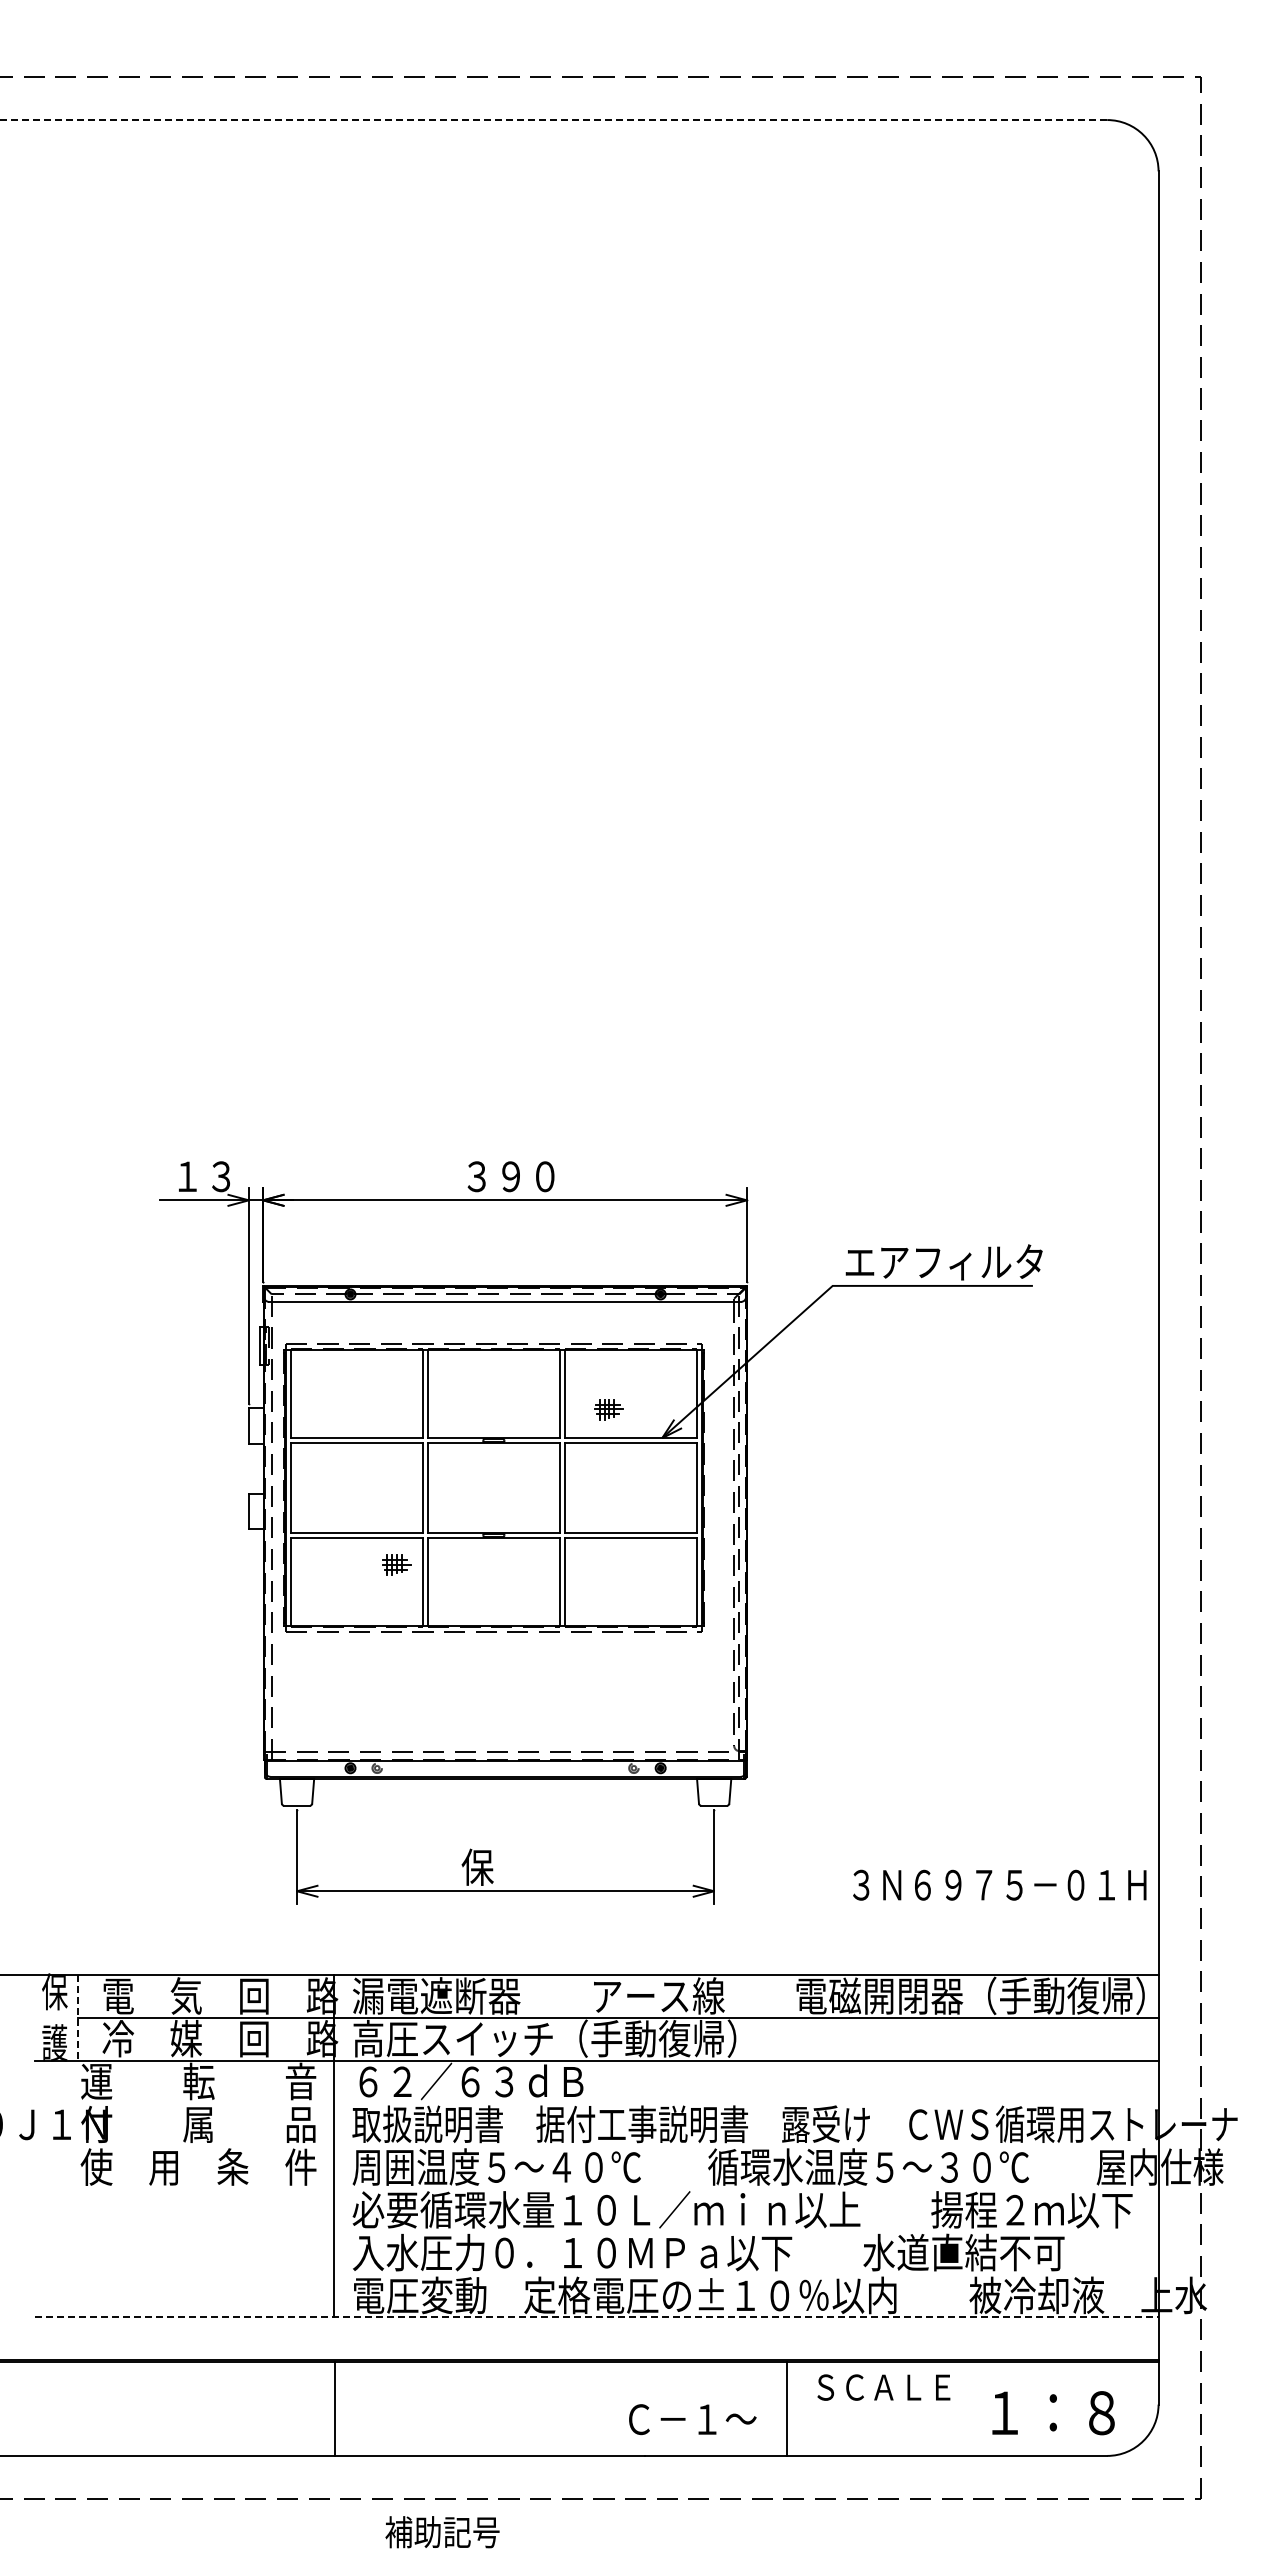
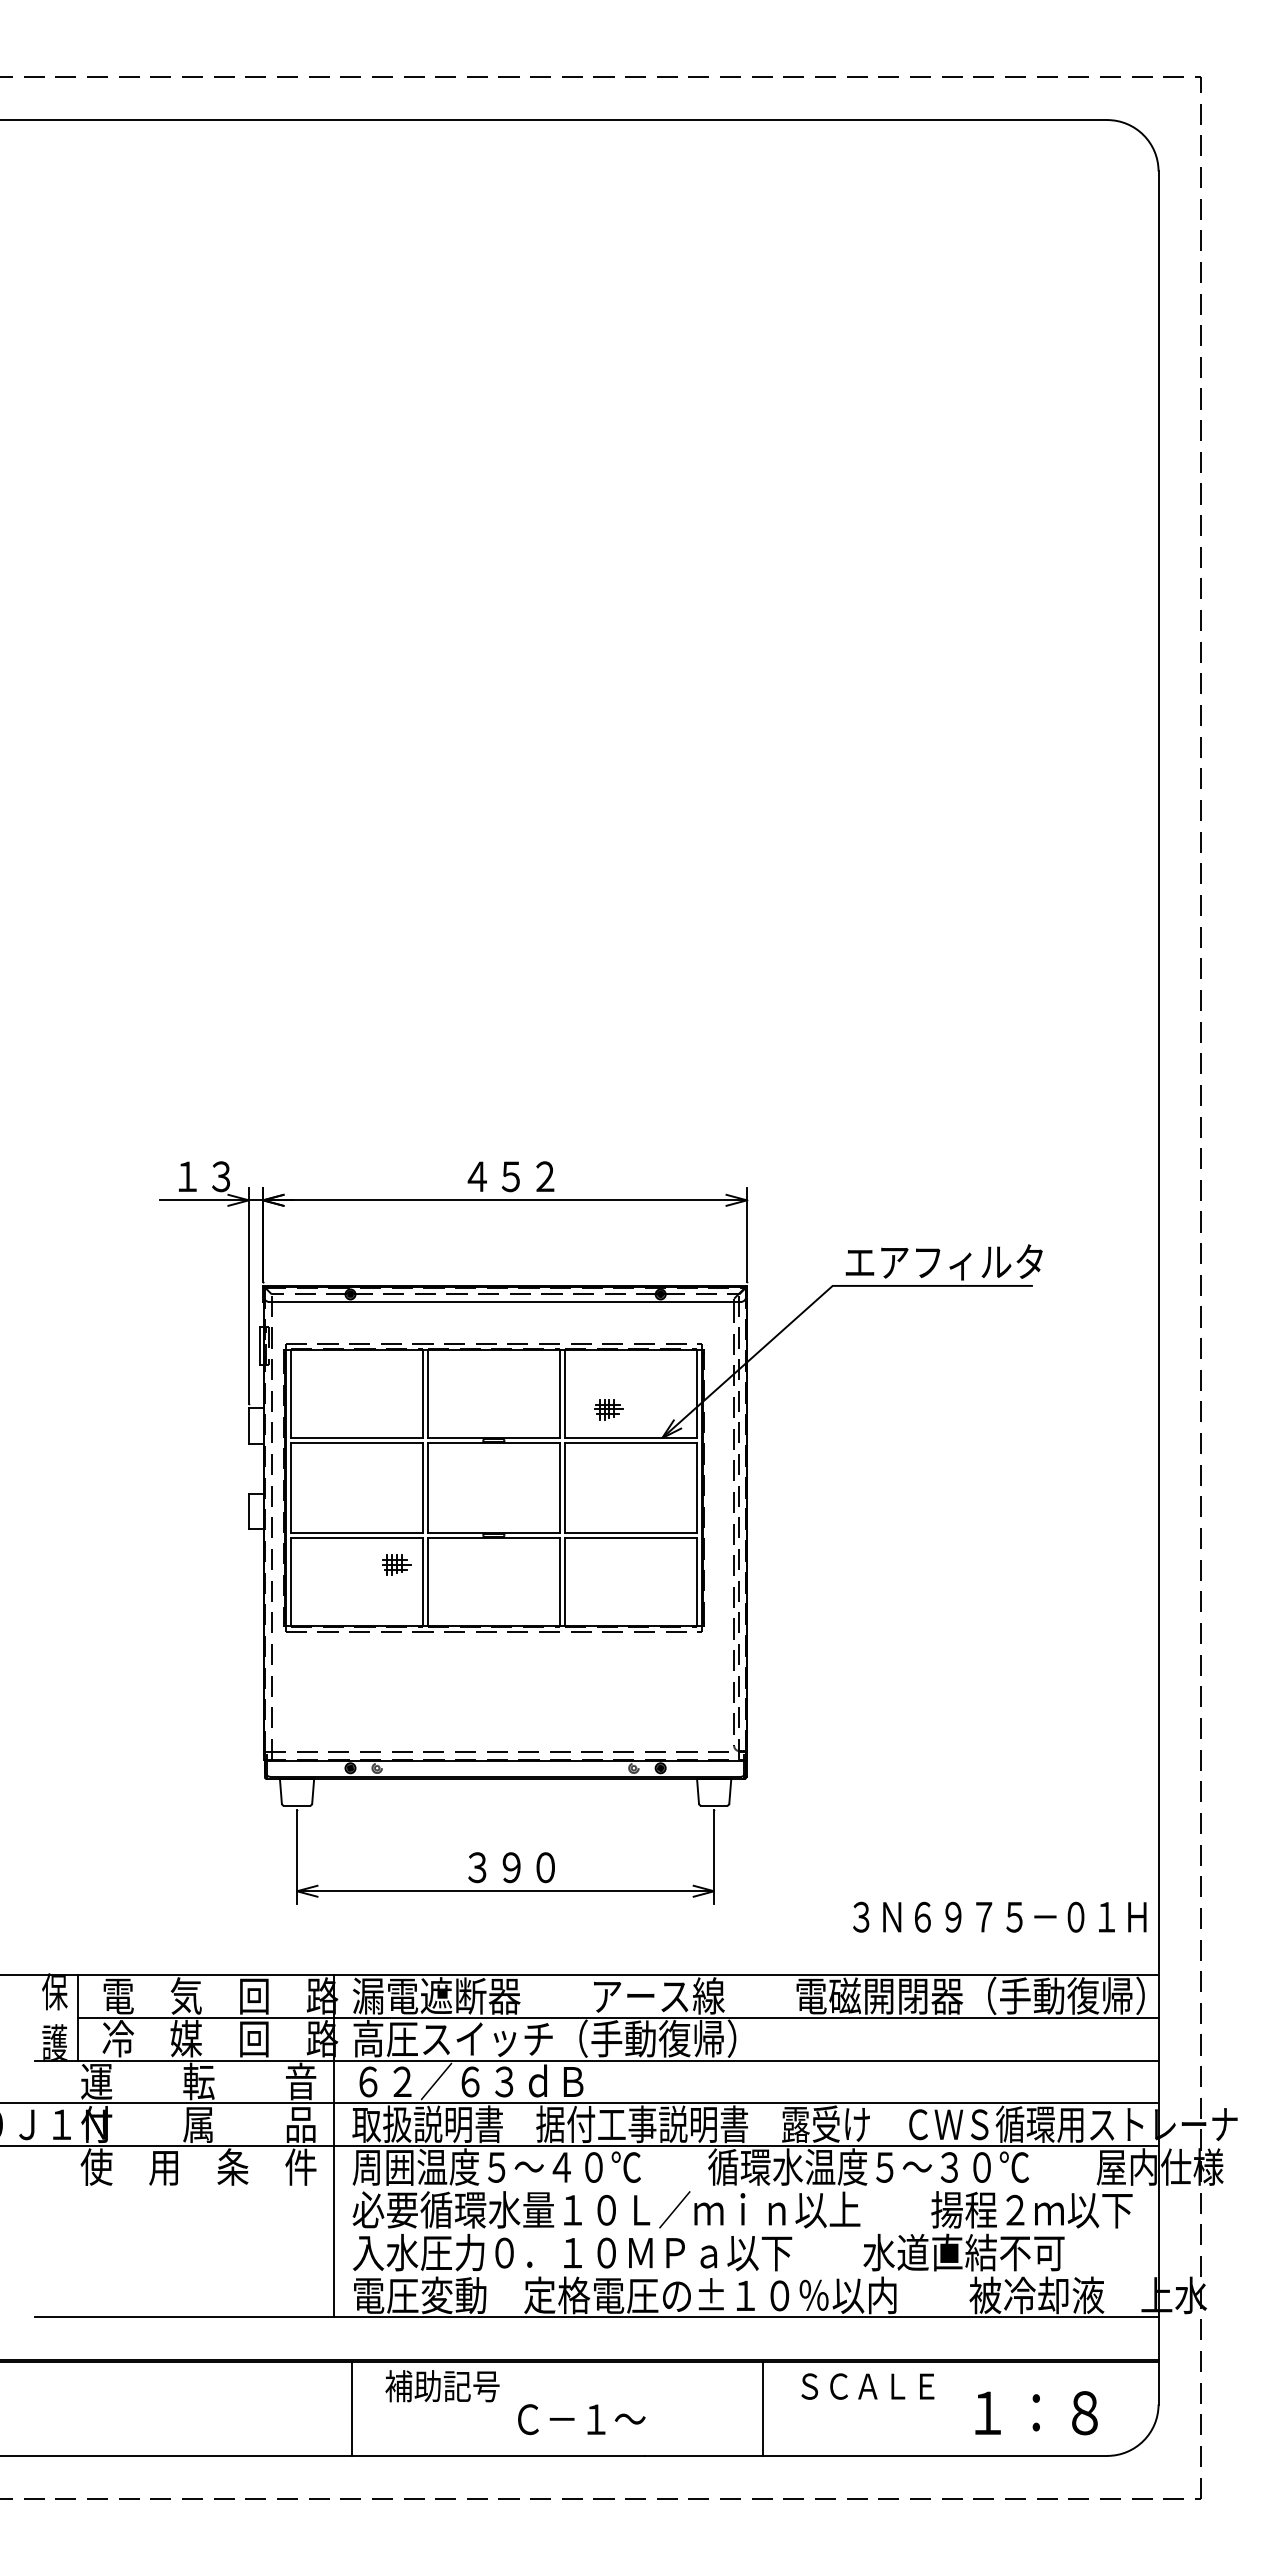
line at (553, 120): dashed -> solid
text at (510, 1176): ３９０ -> ４５２
text at (507, 1866): 保 -> ３９０
text at (999, 1884) position: (999, 1884) -> (999, 1916)
line at (77, 2017): dashed -> solid
line at (580, 2103): none -> present
line at (580, 2146): none -> present
line at (596, 2317): dashed -> solid
text at (883, 2387) position: (883, 2387) -> (867, 2386)
line at (335, 2408) position: (335, 2408) -> (352, 2408)
line at (786, 2408) position: (786, 2408) -> (762, 2408)
text at (1053, 2413) position: (1053, 2413) -> (1036, 2413)
text at (692, 2419) position: (692, 2419) -> (581, 2419)
text at (442, 2532) position: (442, 2532) -> (442, 2386)
